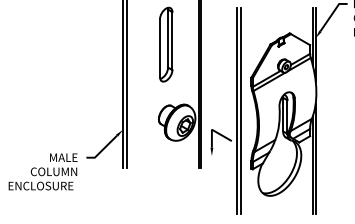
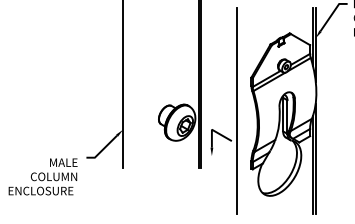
part at (166, 44): present -> none
line at (127, 85): present -> none
line at (240, 110): present -> none
text at (42, 171) position: (42, 171) -> (42, 176)
